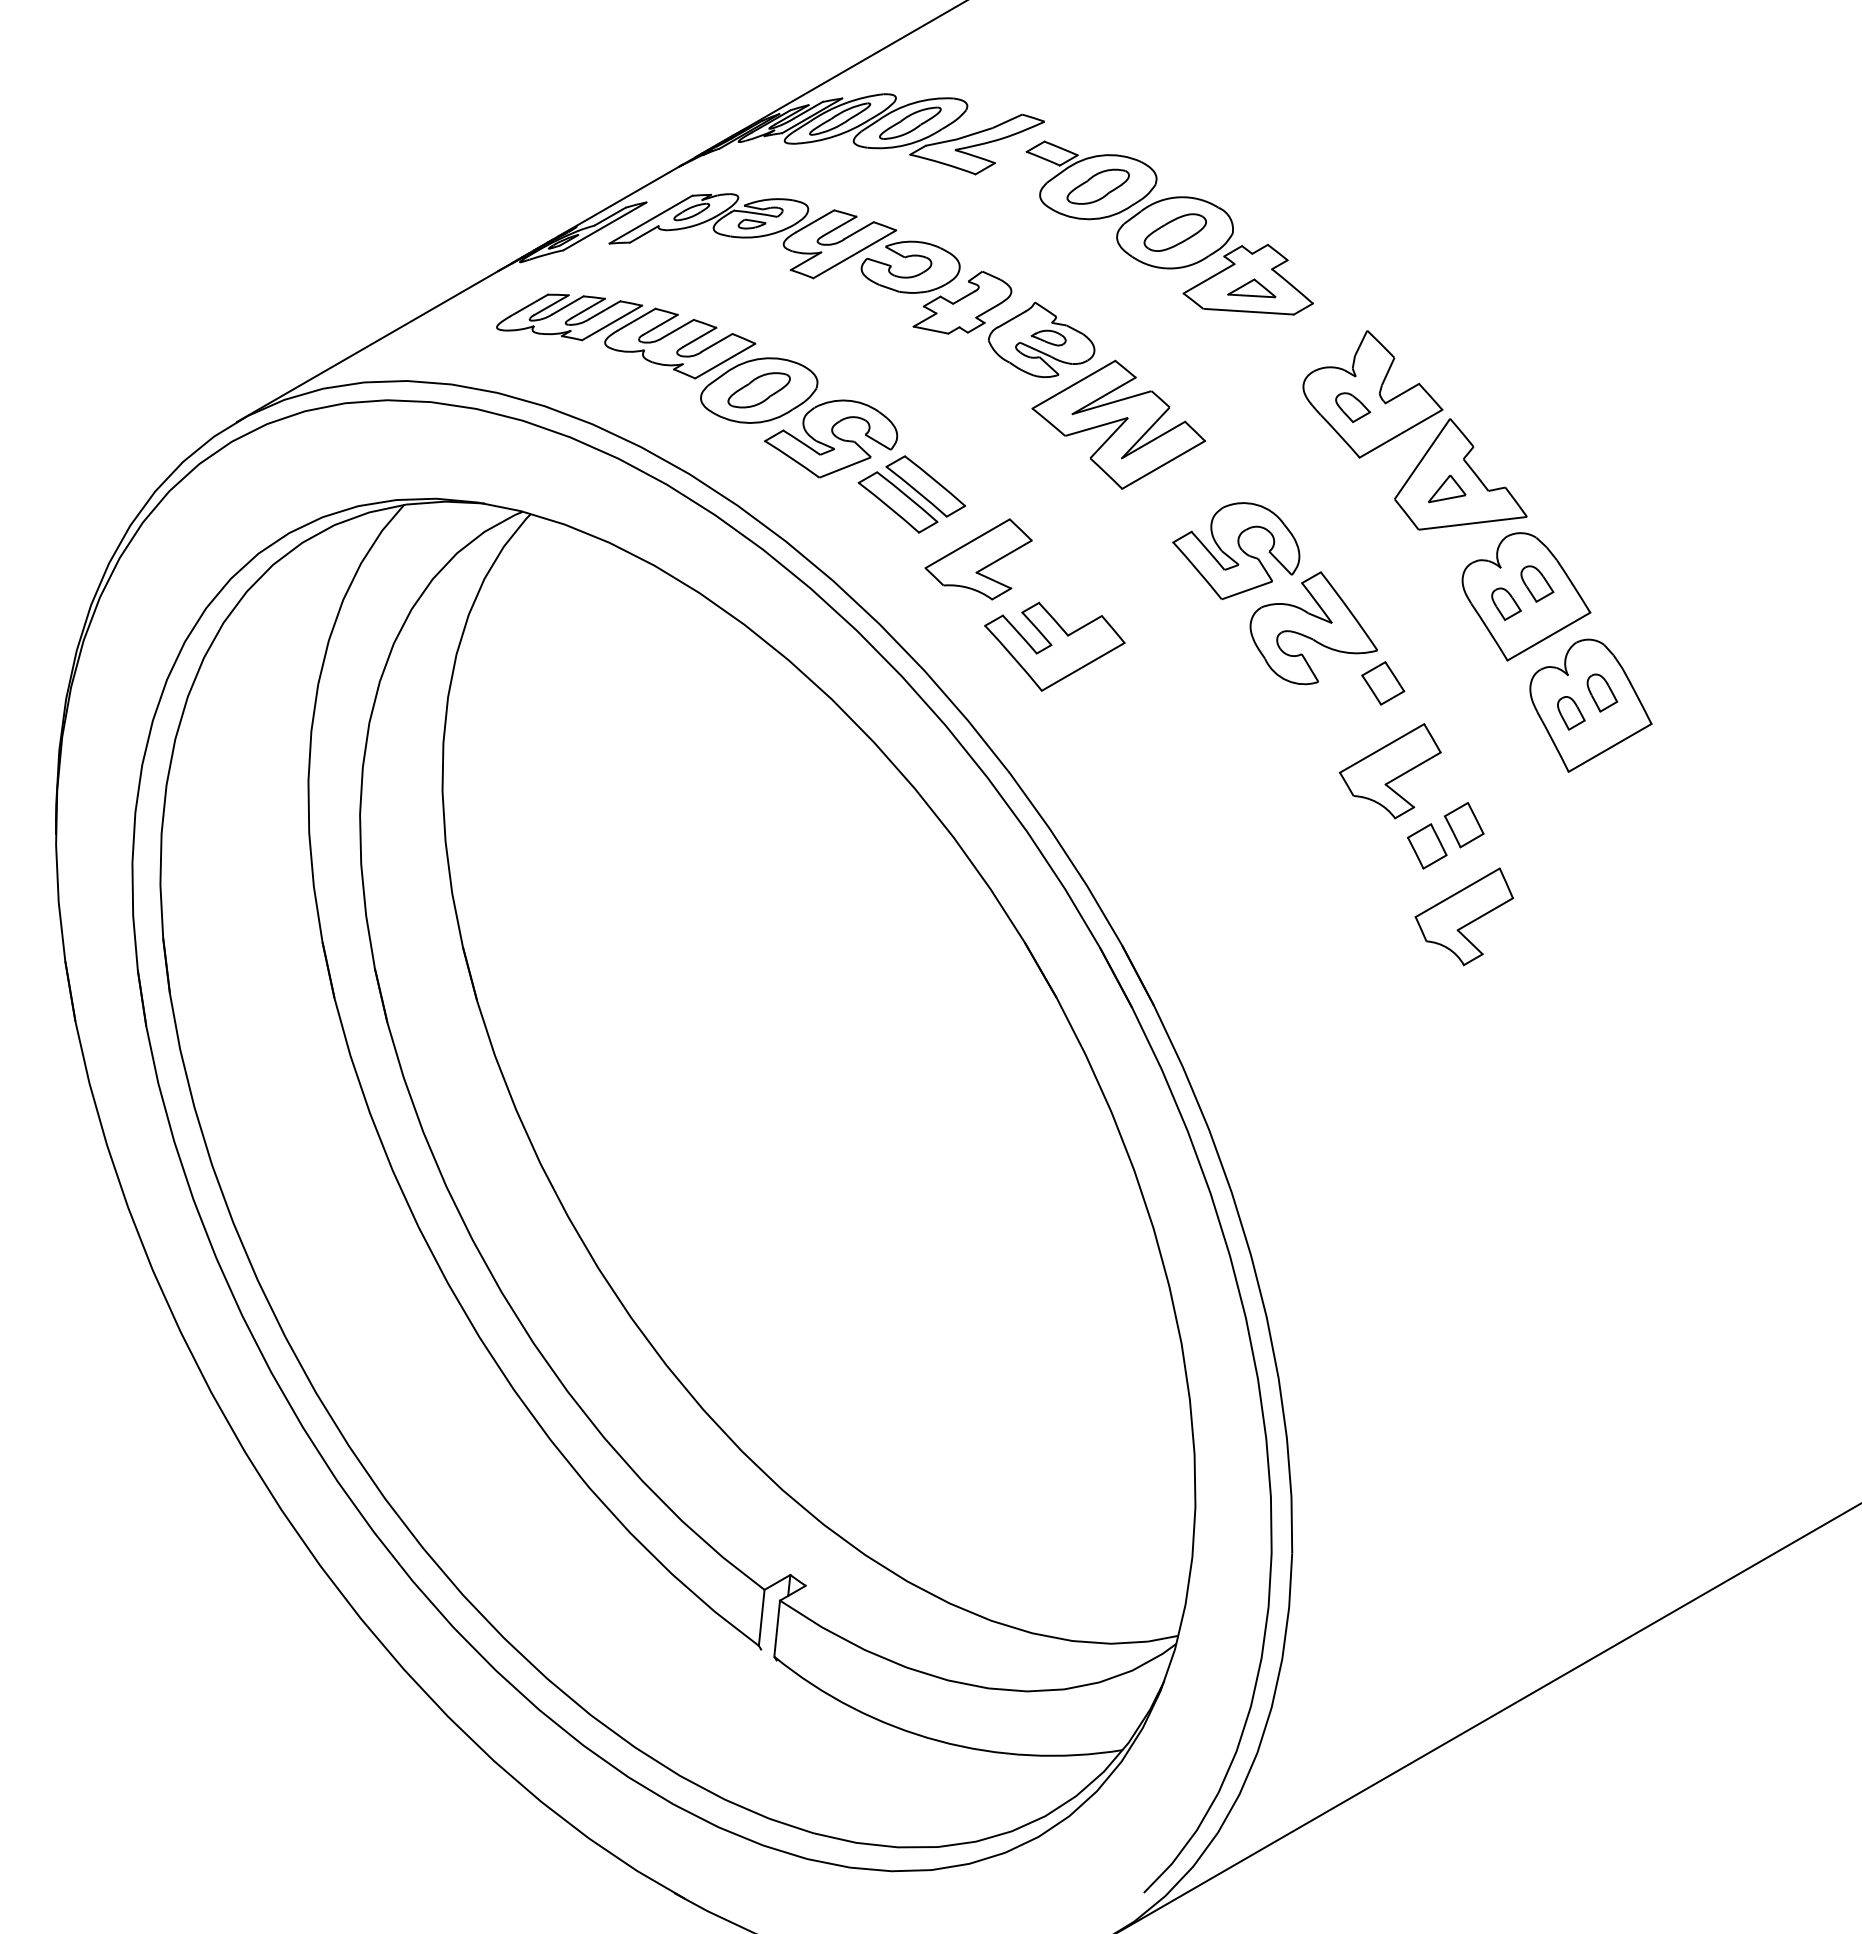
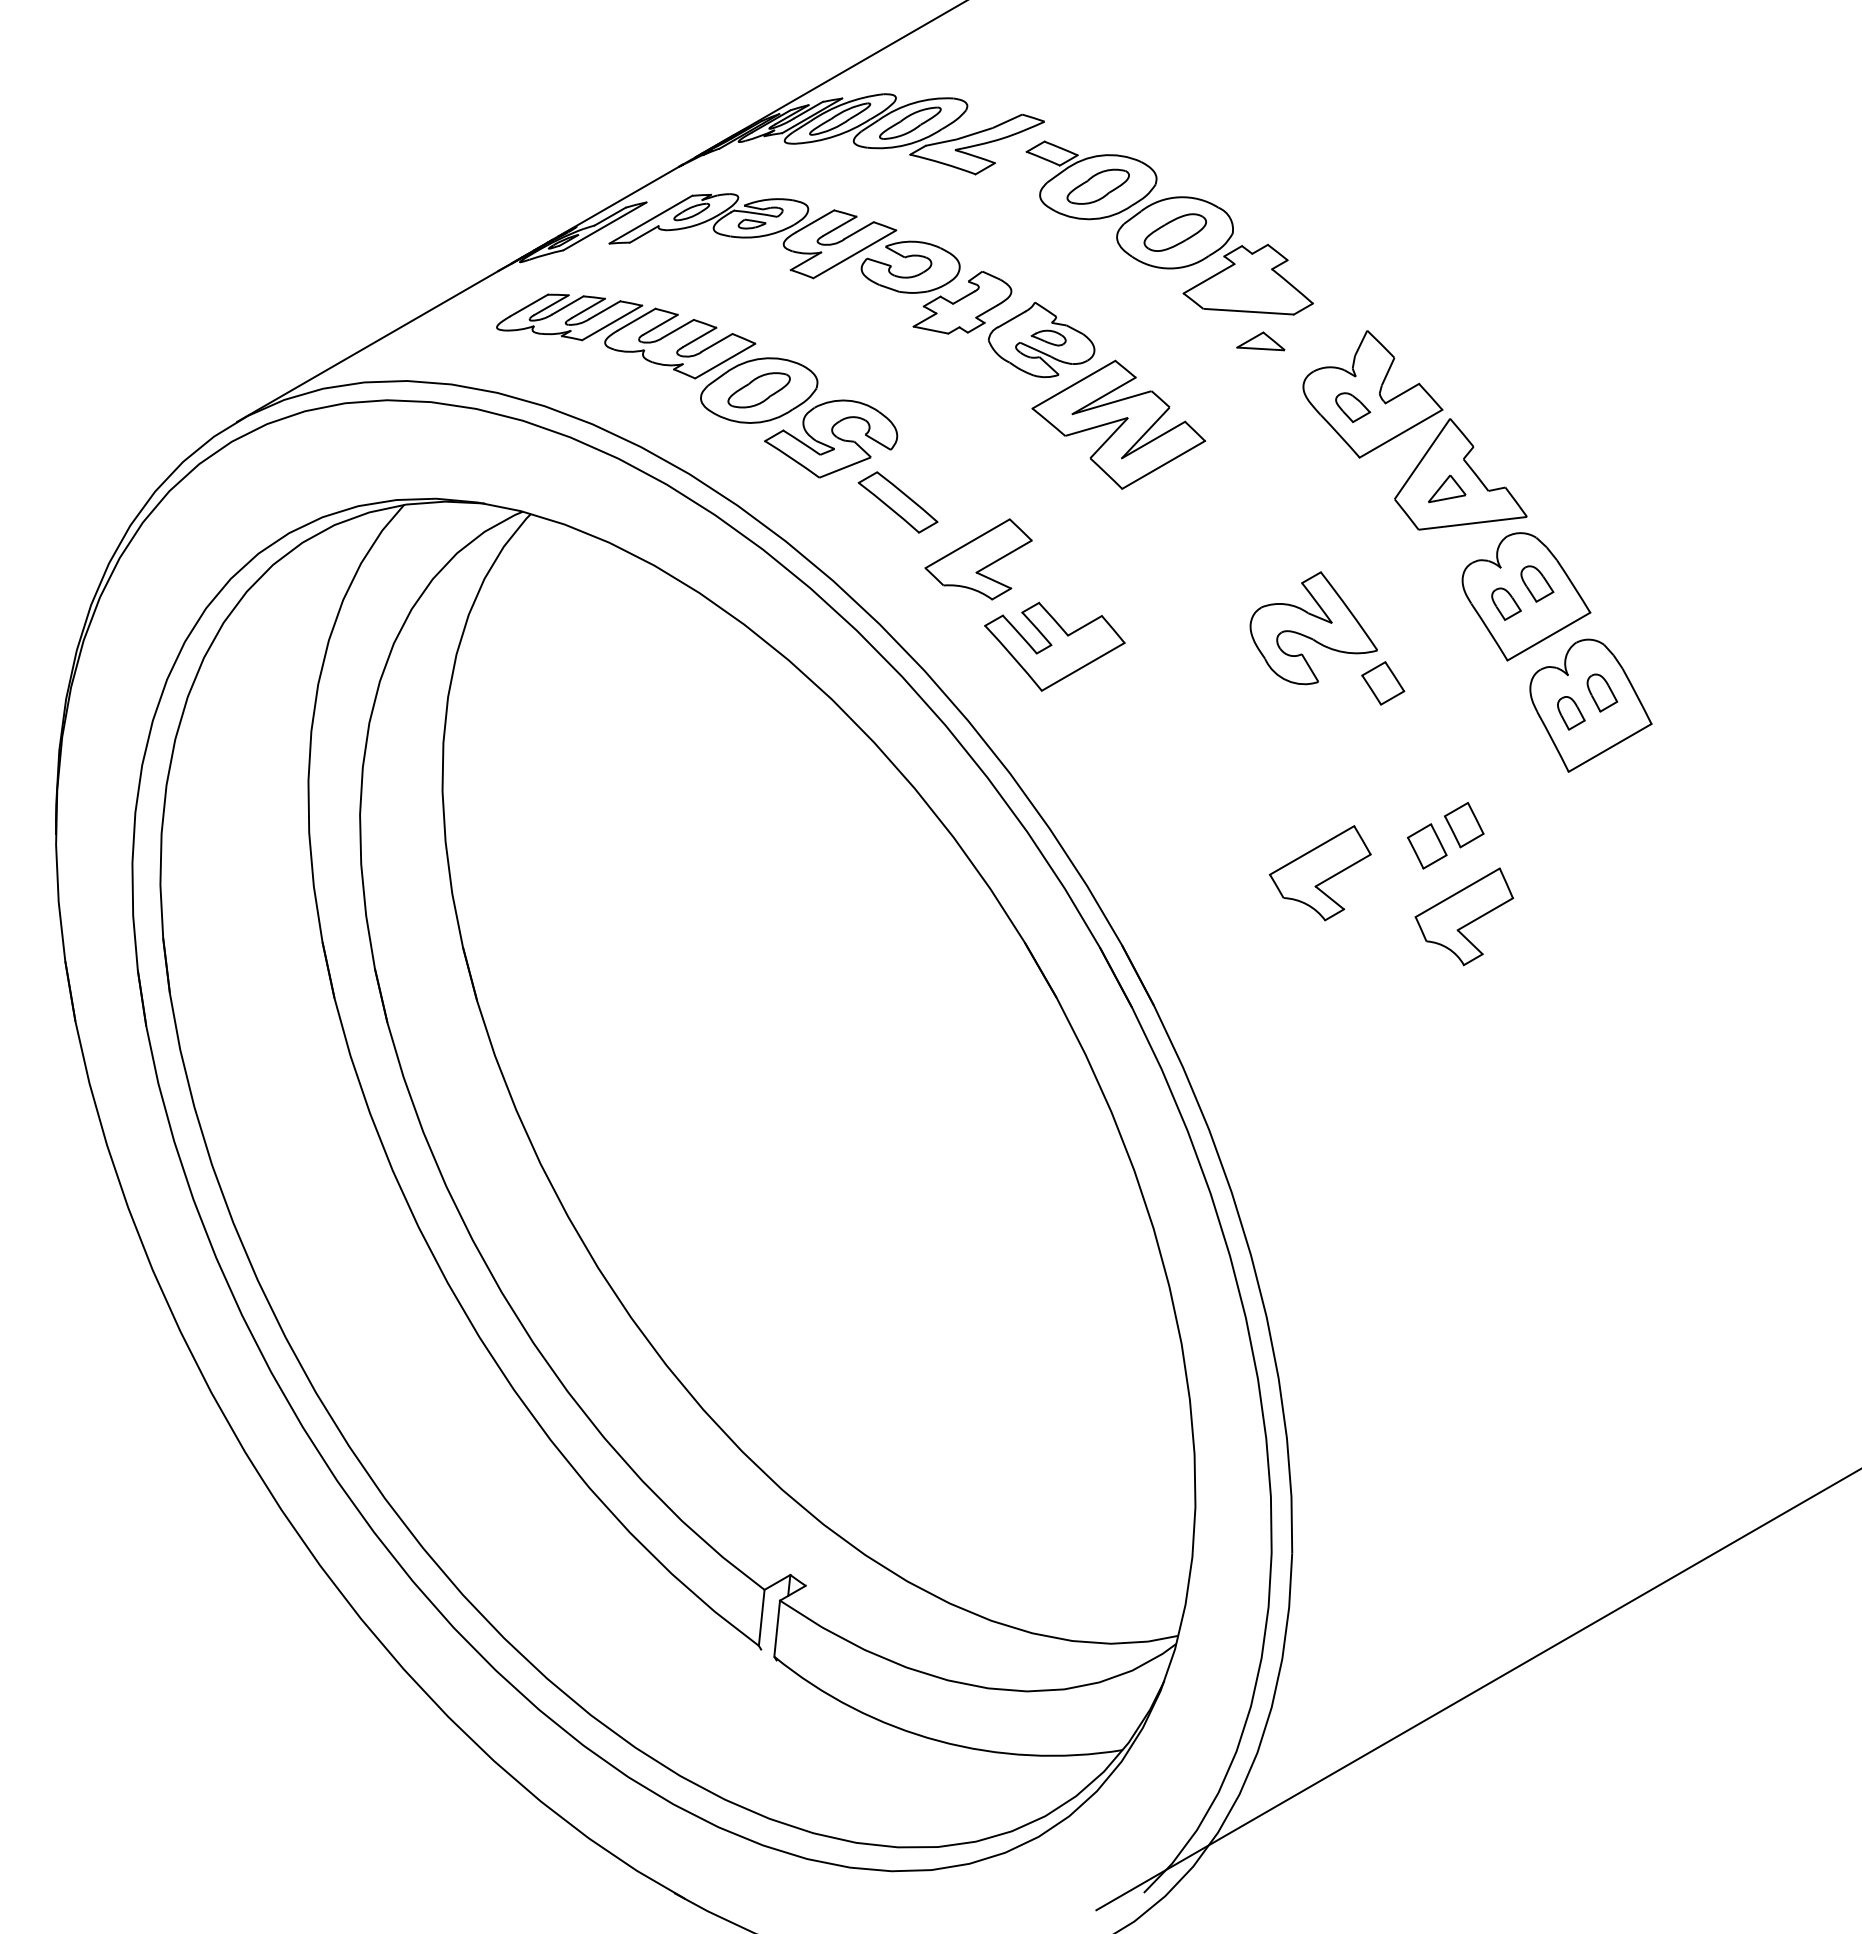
part at (1251, 288) position: (1251, 288) -> (1260, 341)
part at (925, 486): present -> none
part at (1236, 551): present -> none
part at (1390, 771) position: (1390, 771) -> (1320, 873)
line at (1489, 1717) position: (1489, 1717) -> (1477, 1690)
